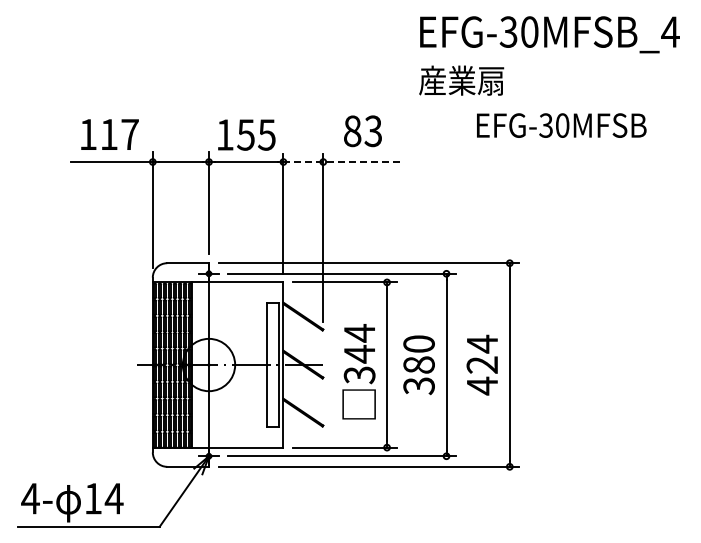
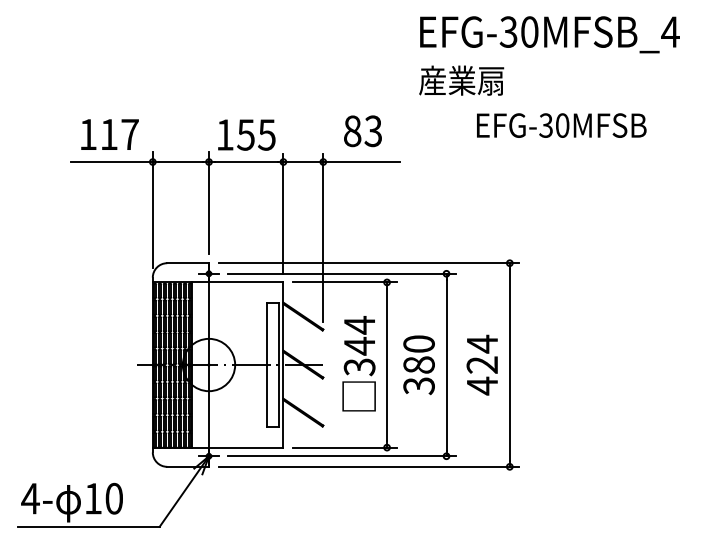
line at (341, 162): dashed -> solid
text at (358, 371) position: (358, 371) -> (358, 363)
text at (113, 498): 14 -> 10
